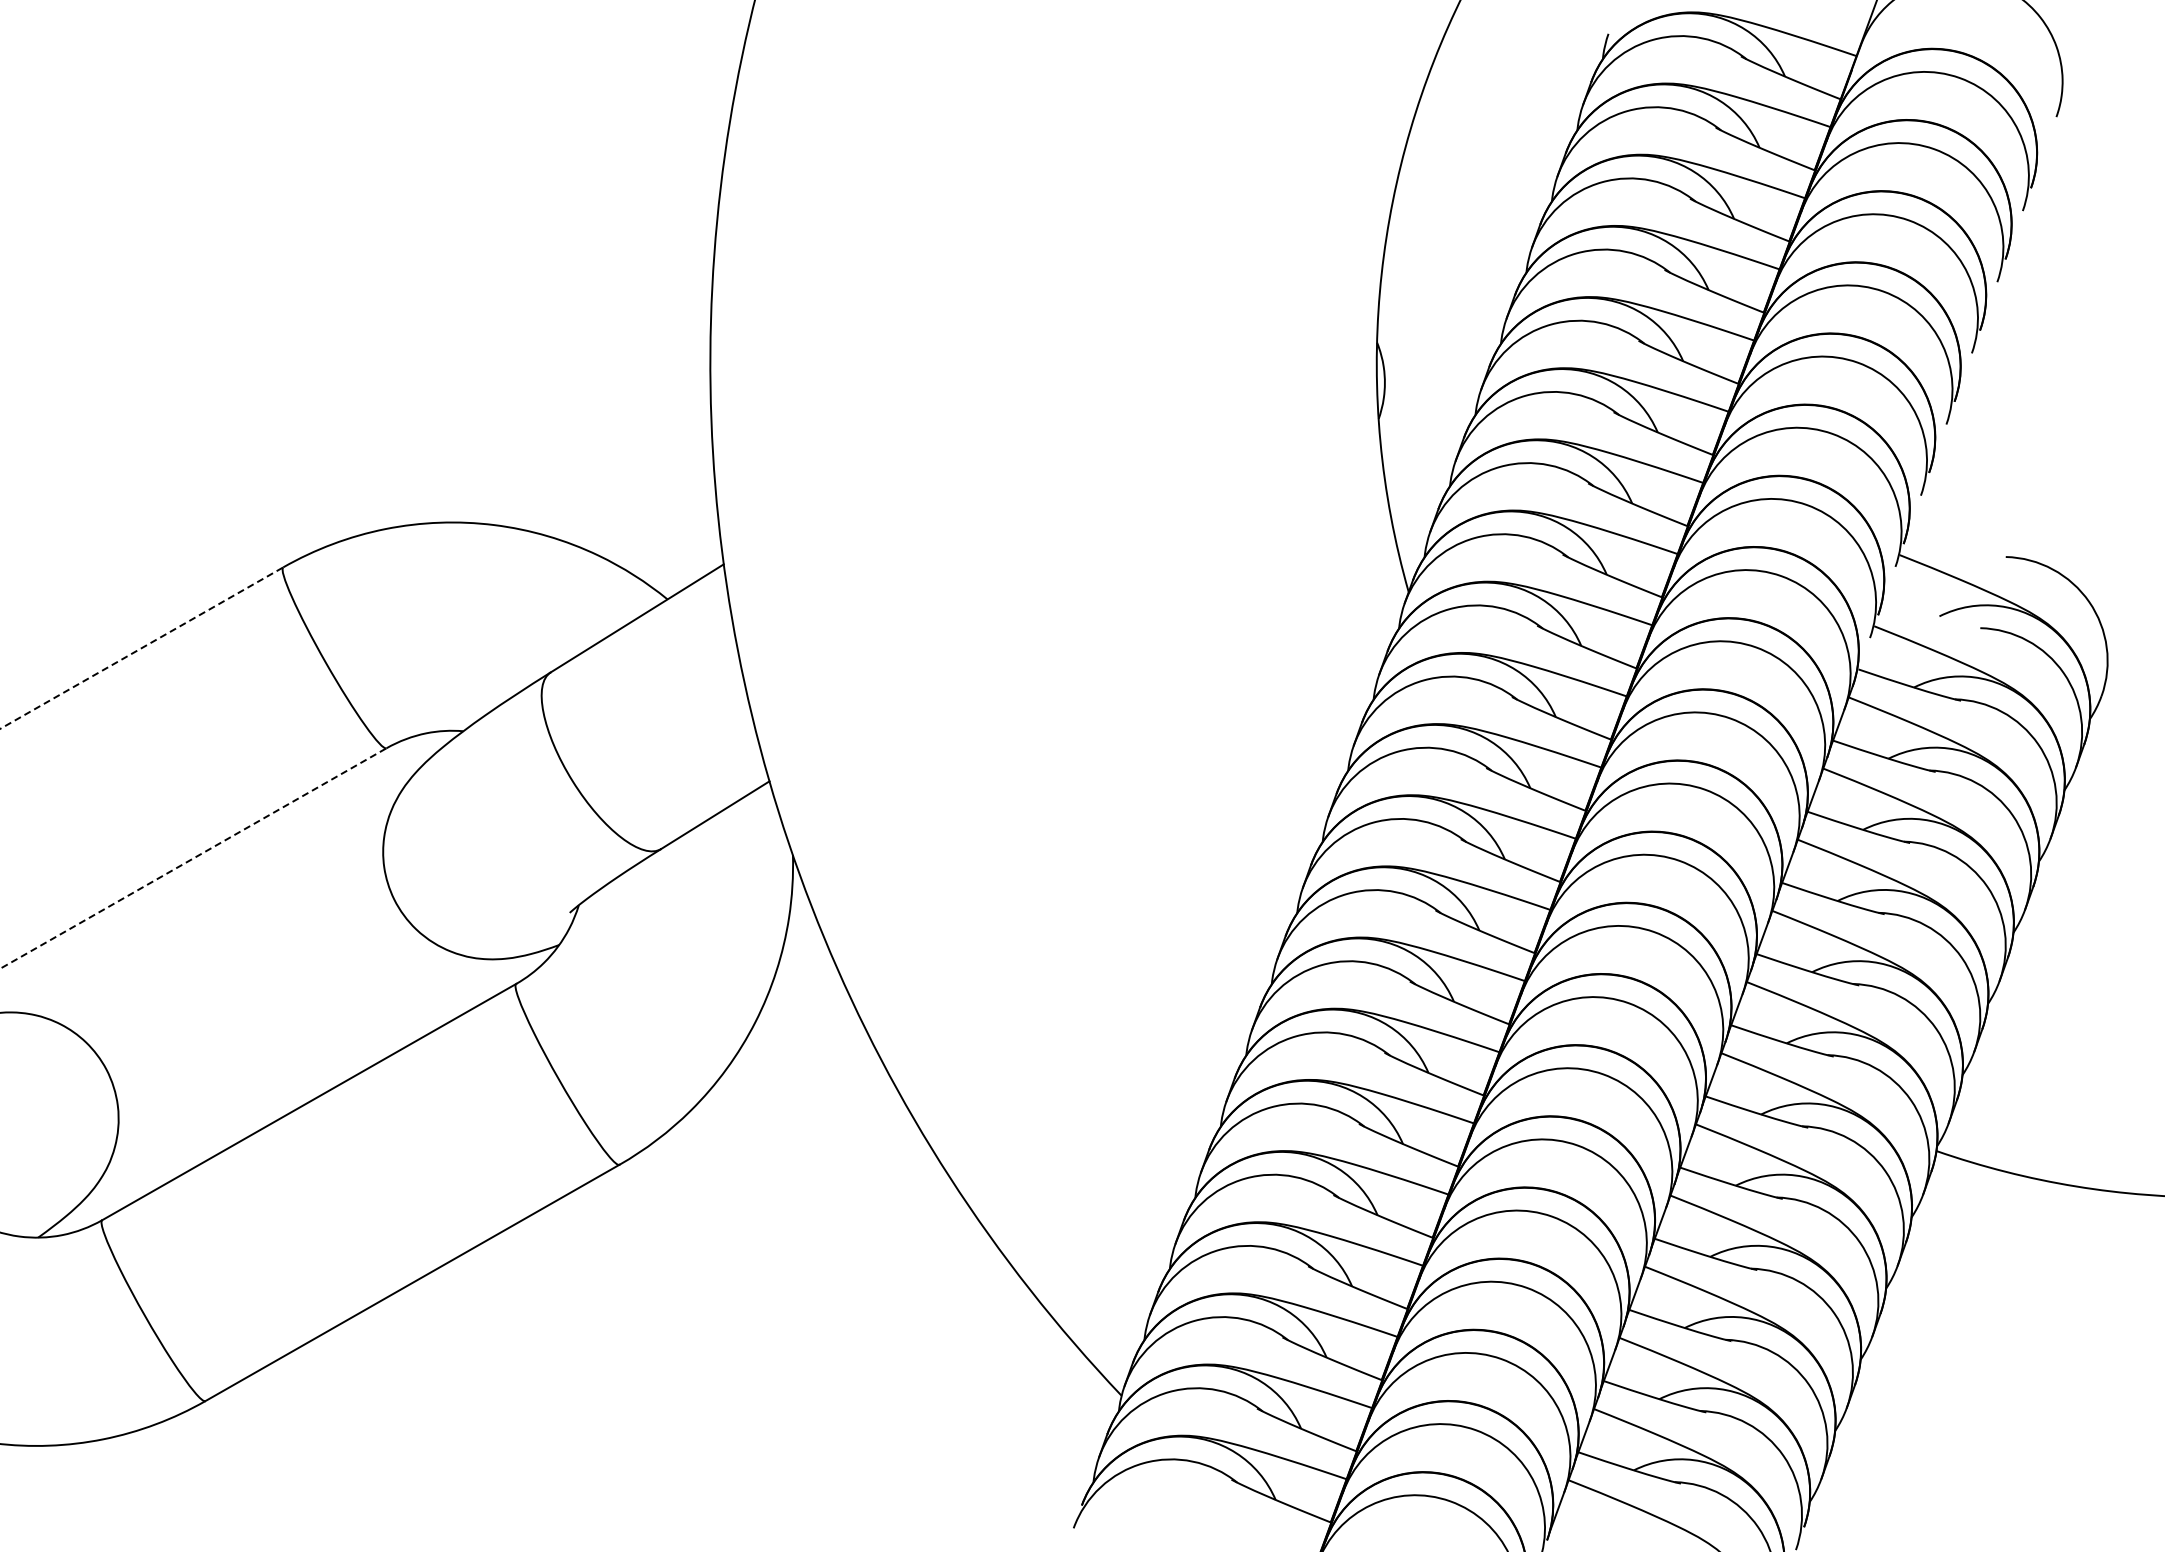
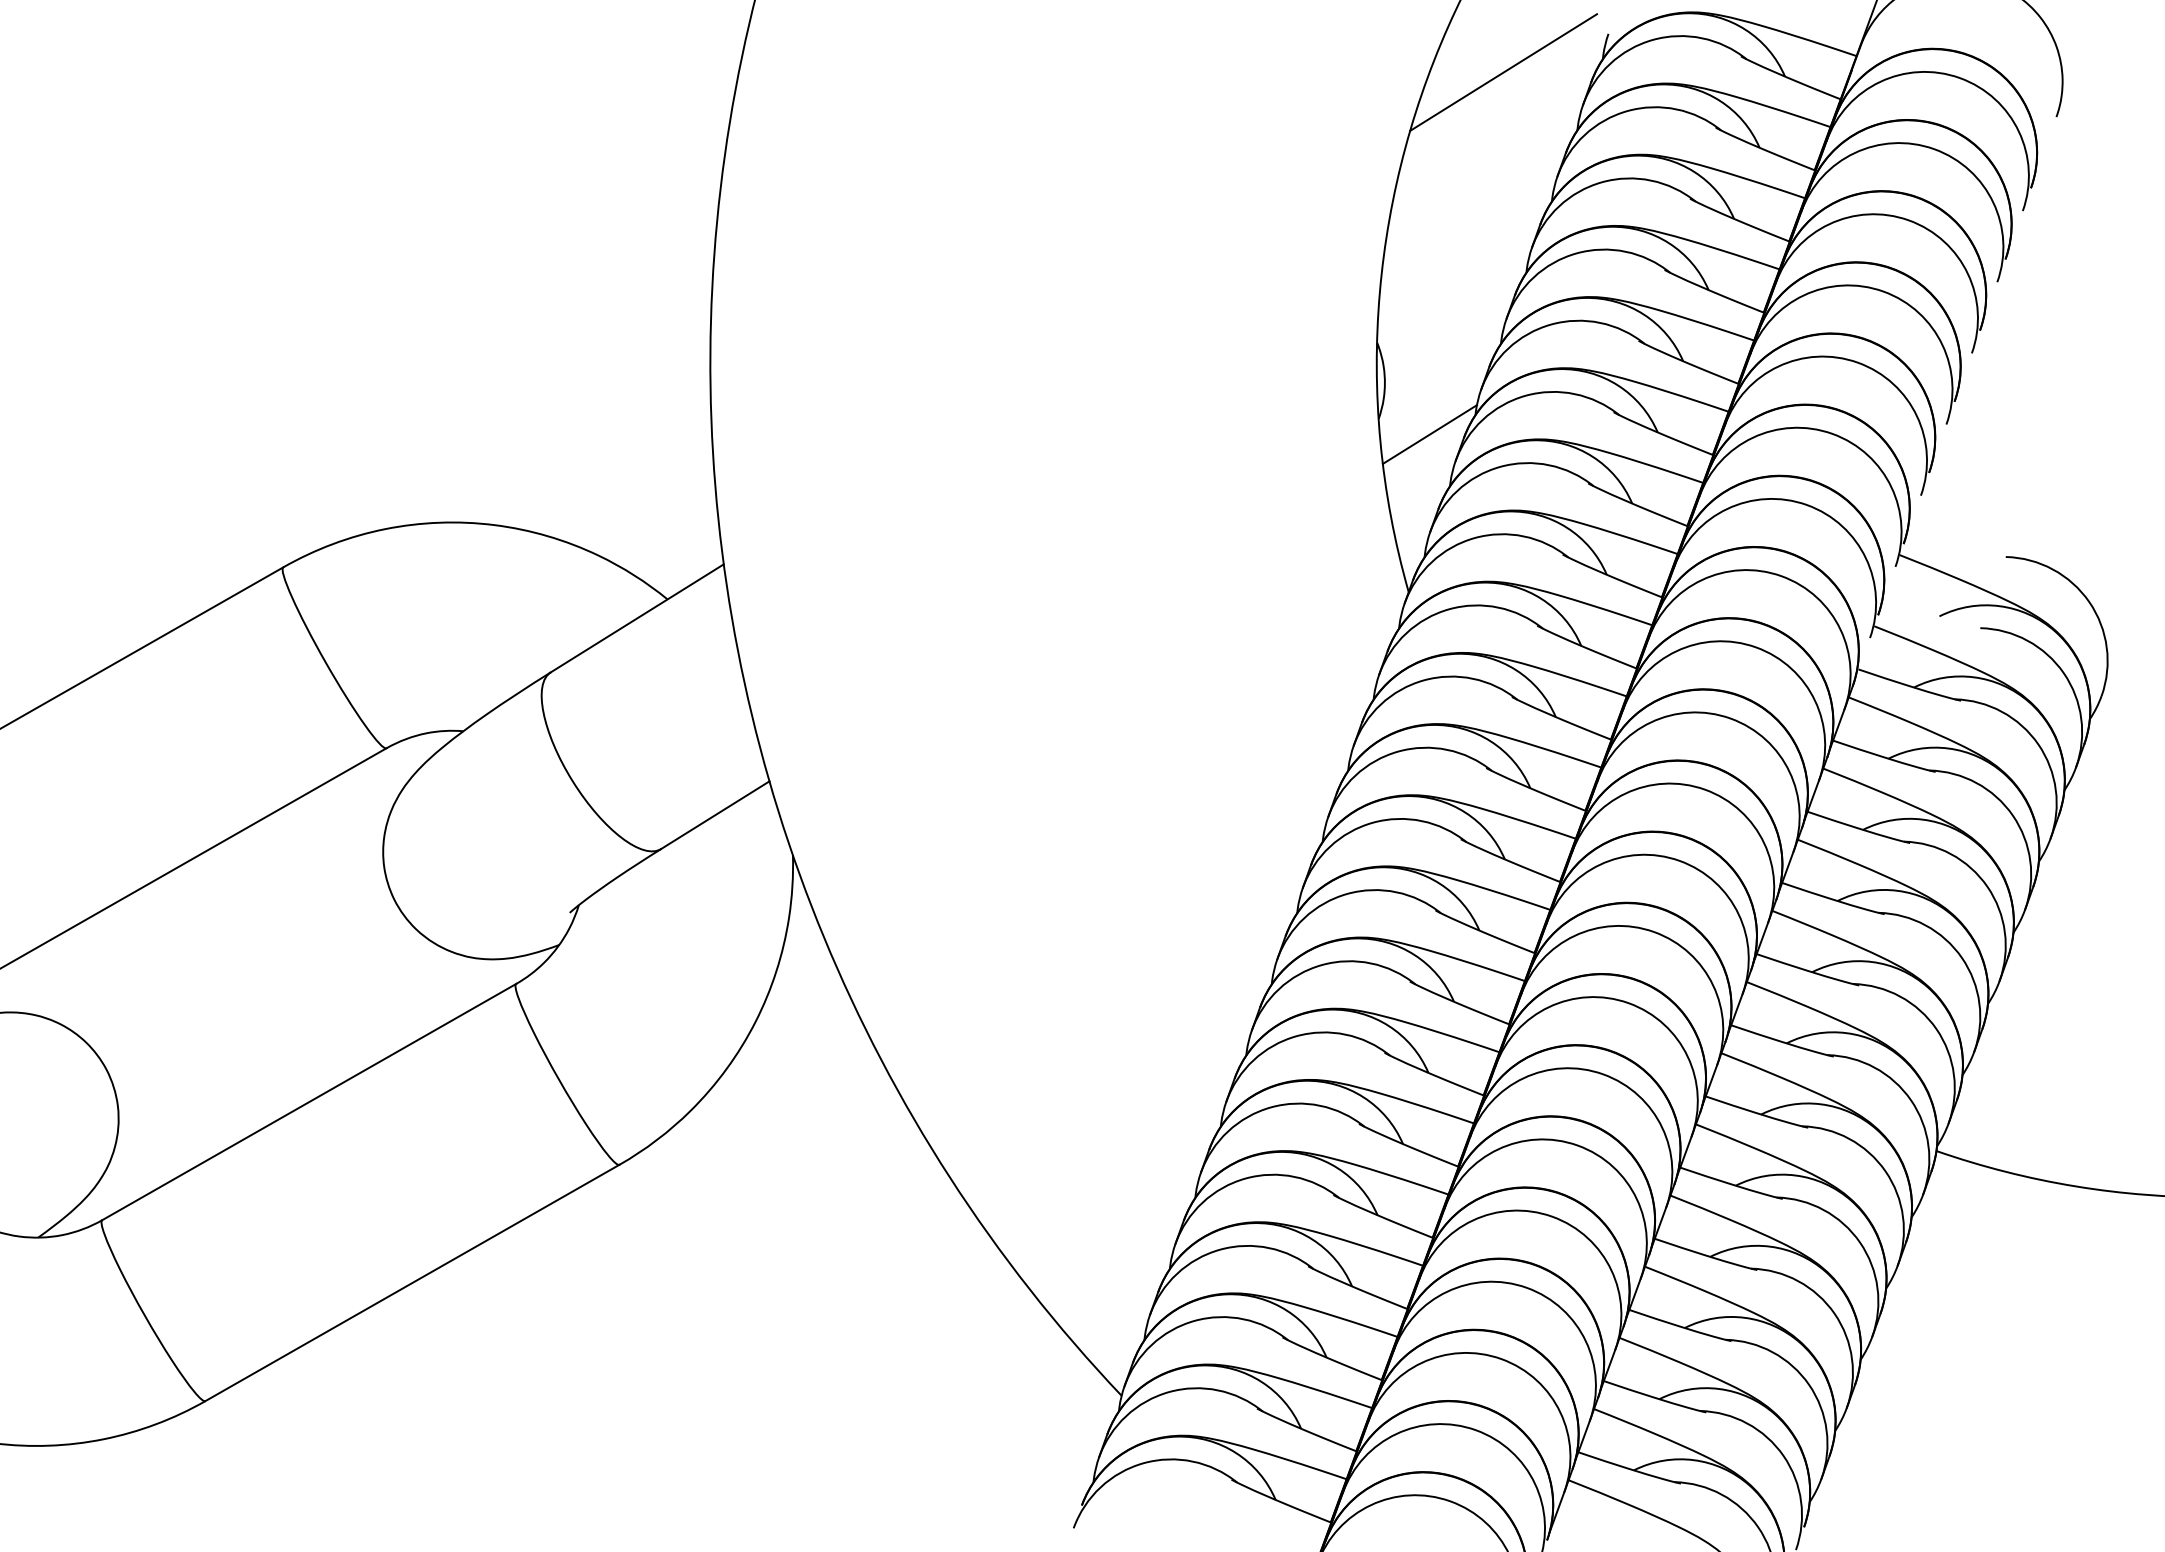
line at (1503, 72): none -> present
line at (1429, 434): none -> present
line at (141, 648): dashed -> solid
line at (193, 858): dashed -> solid
